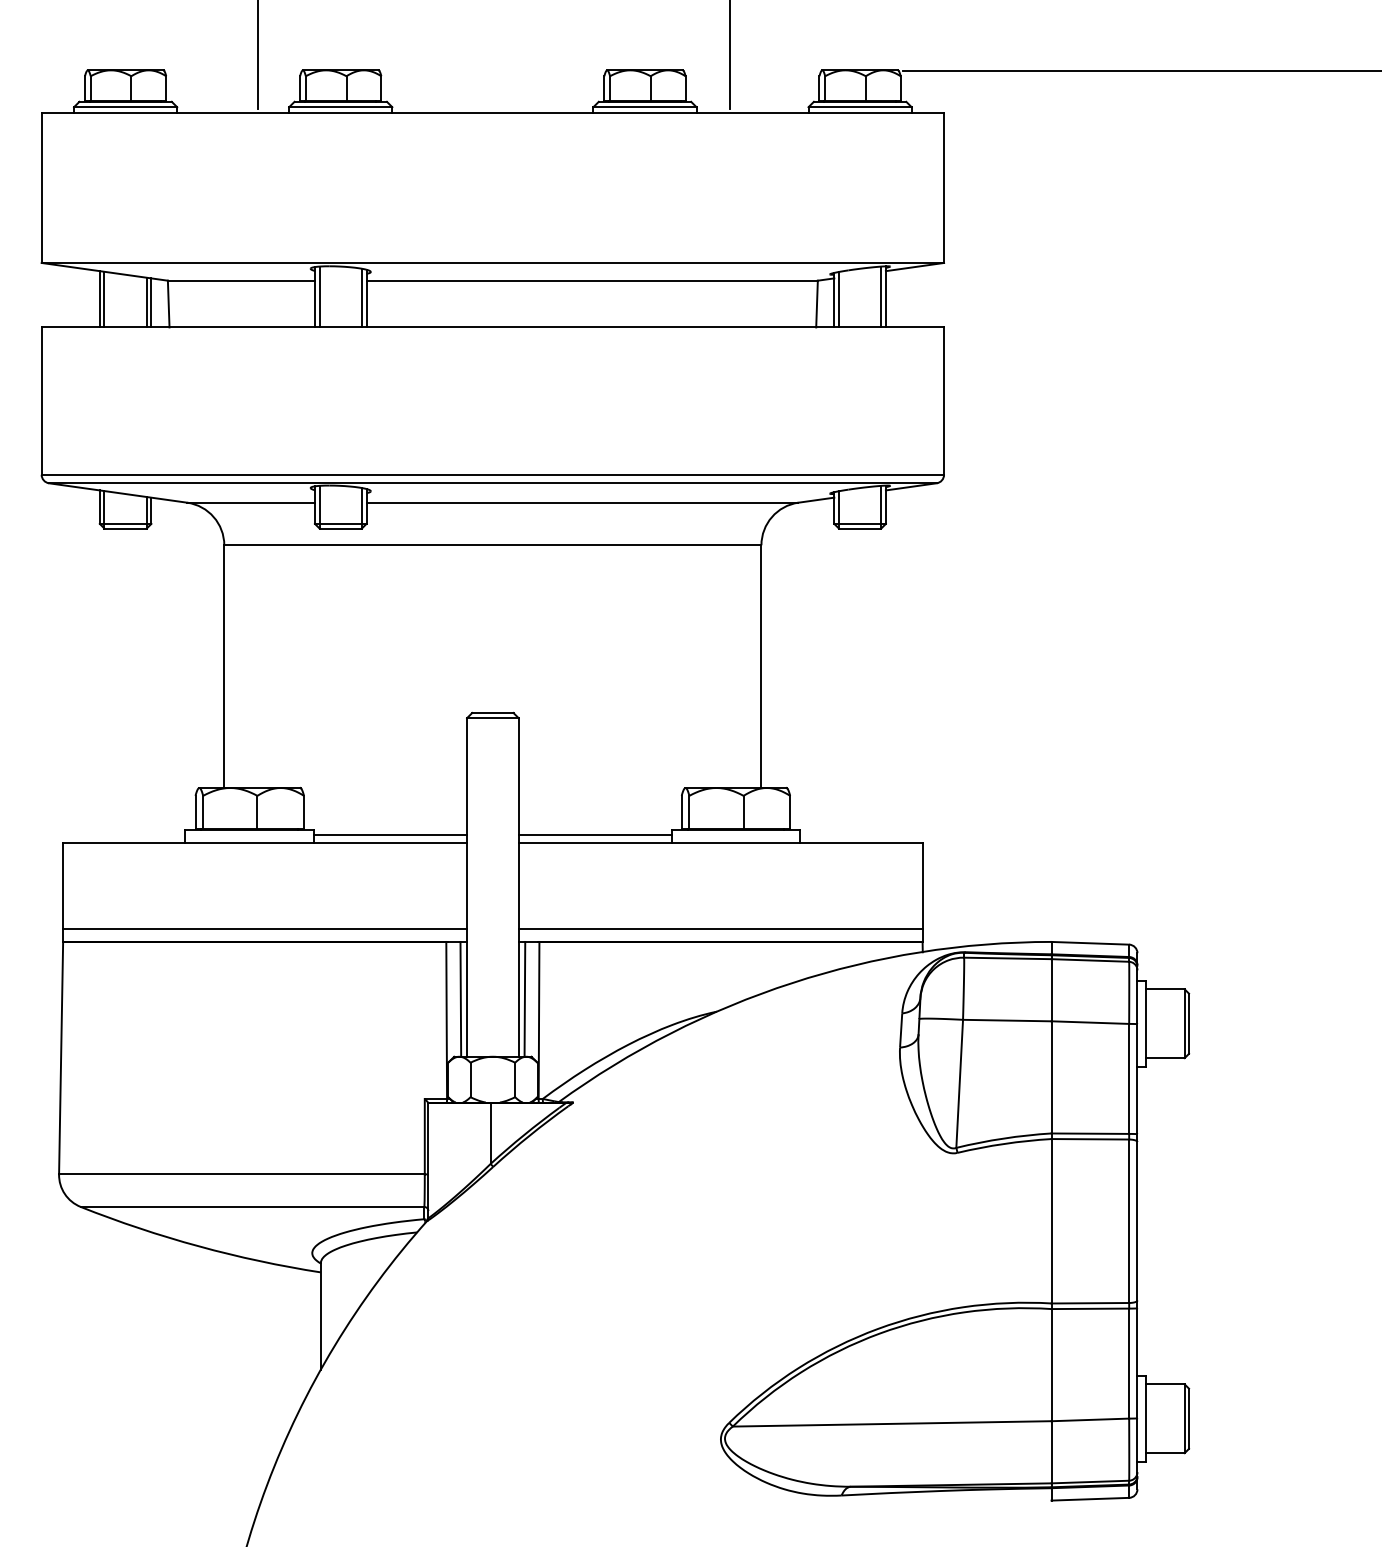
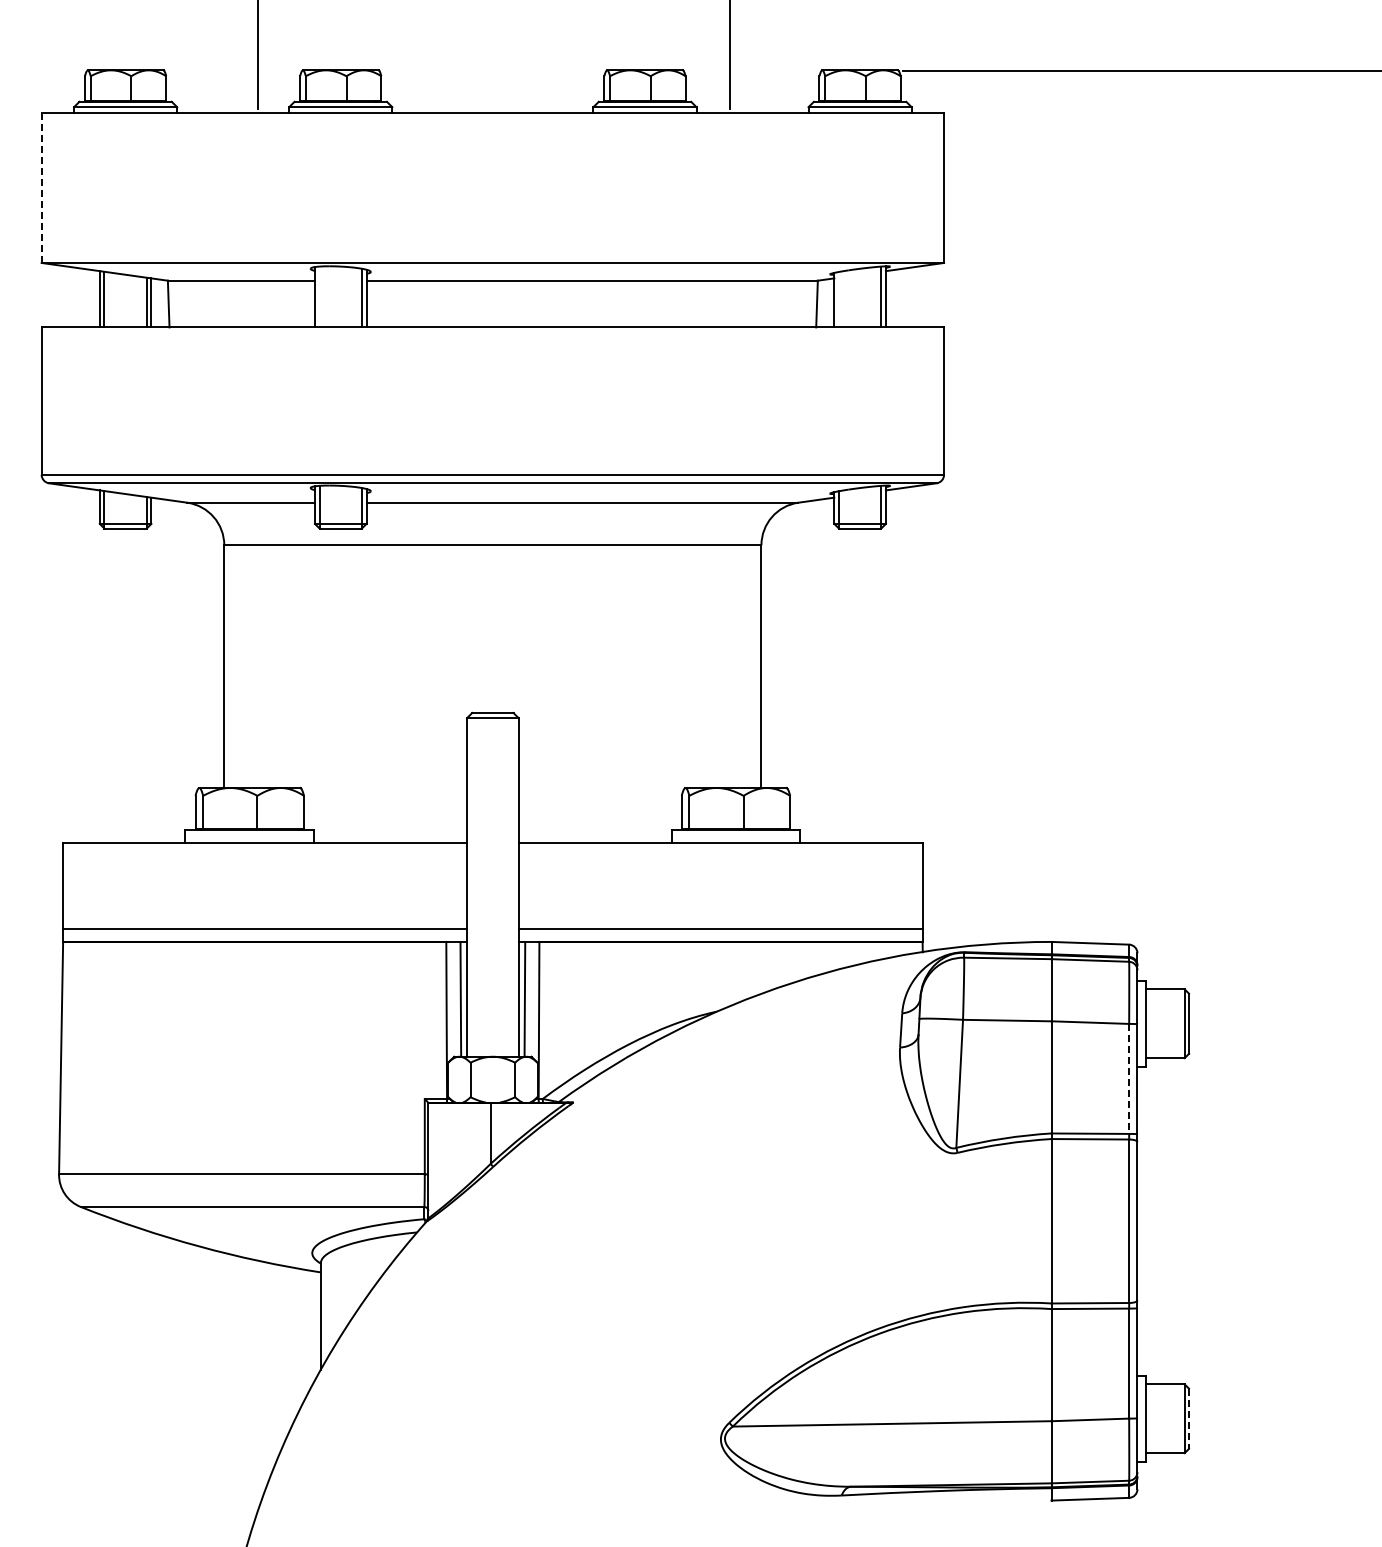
line at (41, 188): solid -> dashed
line at (319, 296): present -> none
line at (838, 299): present -> none
line at (390, 834): present -> none
line at (594, 834): present -> none
line at (1129, 1079): solid -> dashed
line at (1189, 1419): solid -> dashed
